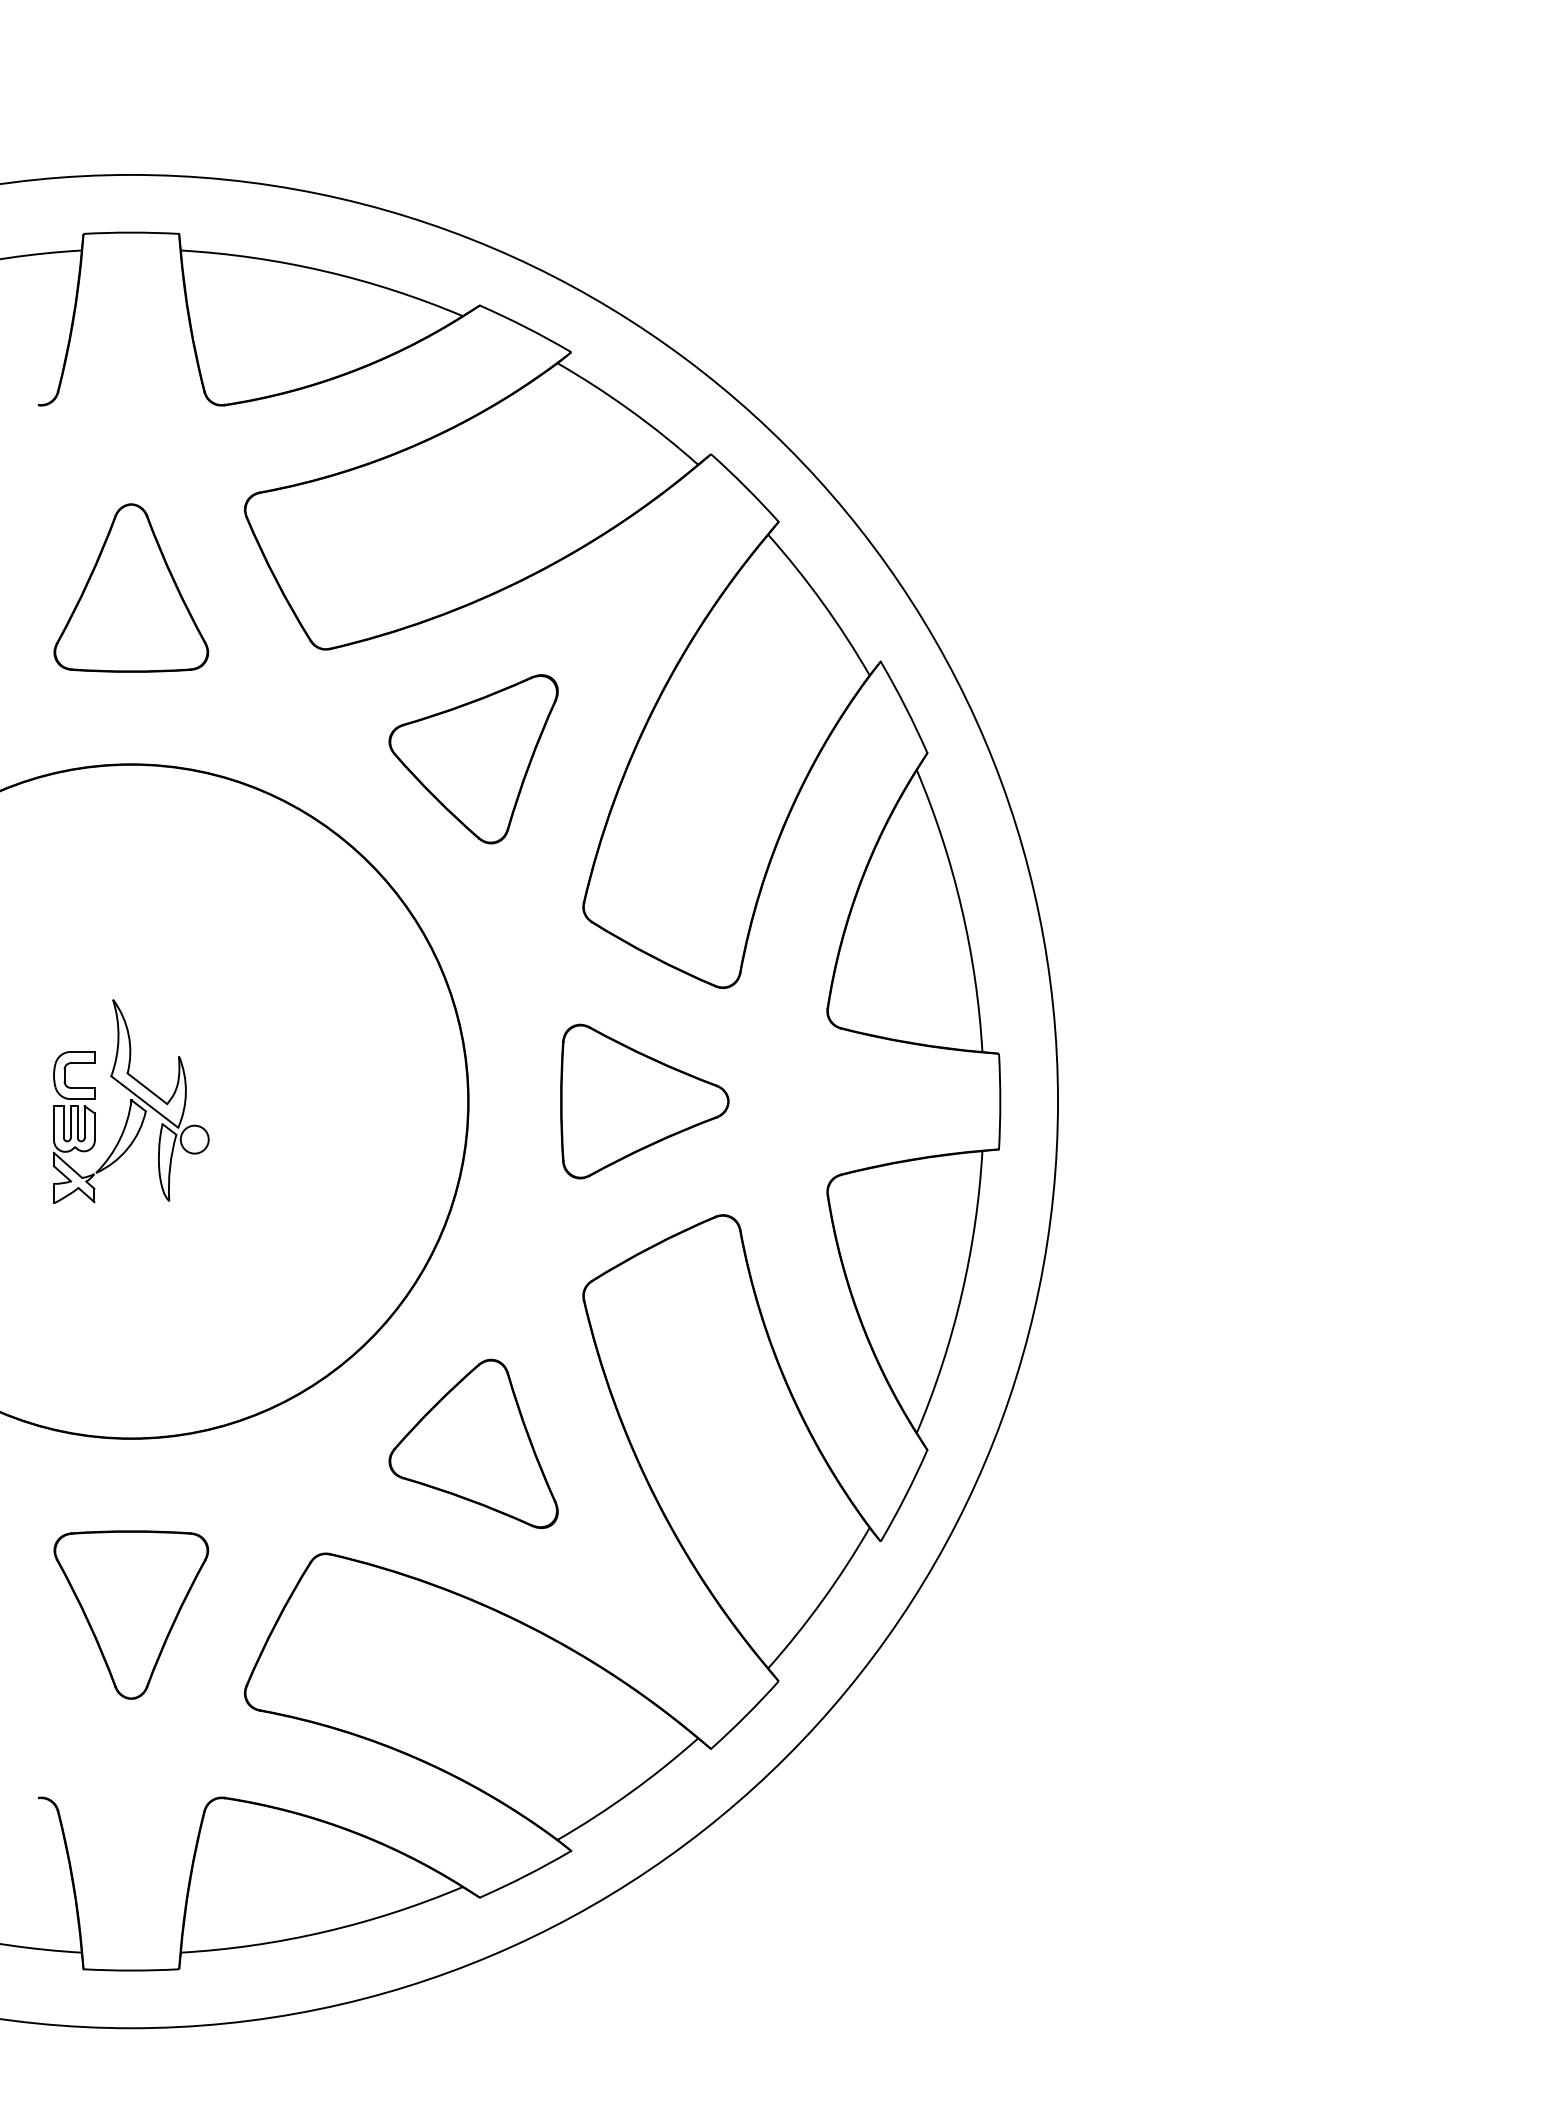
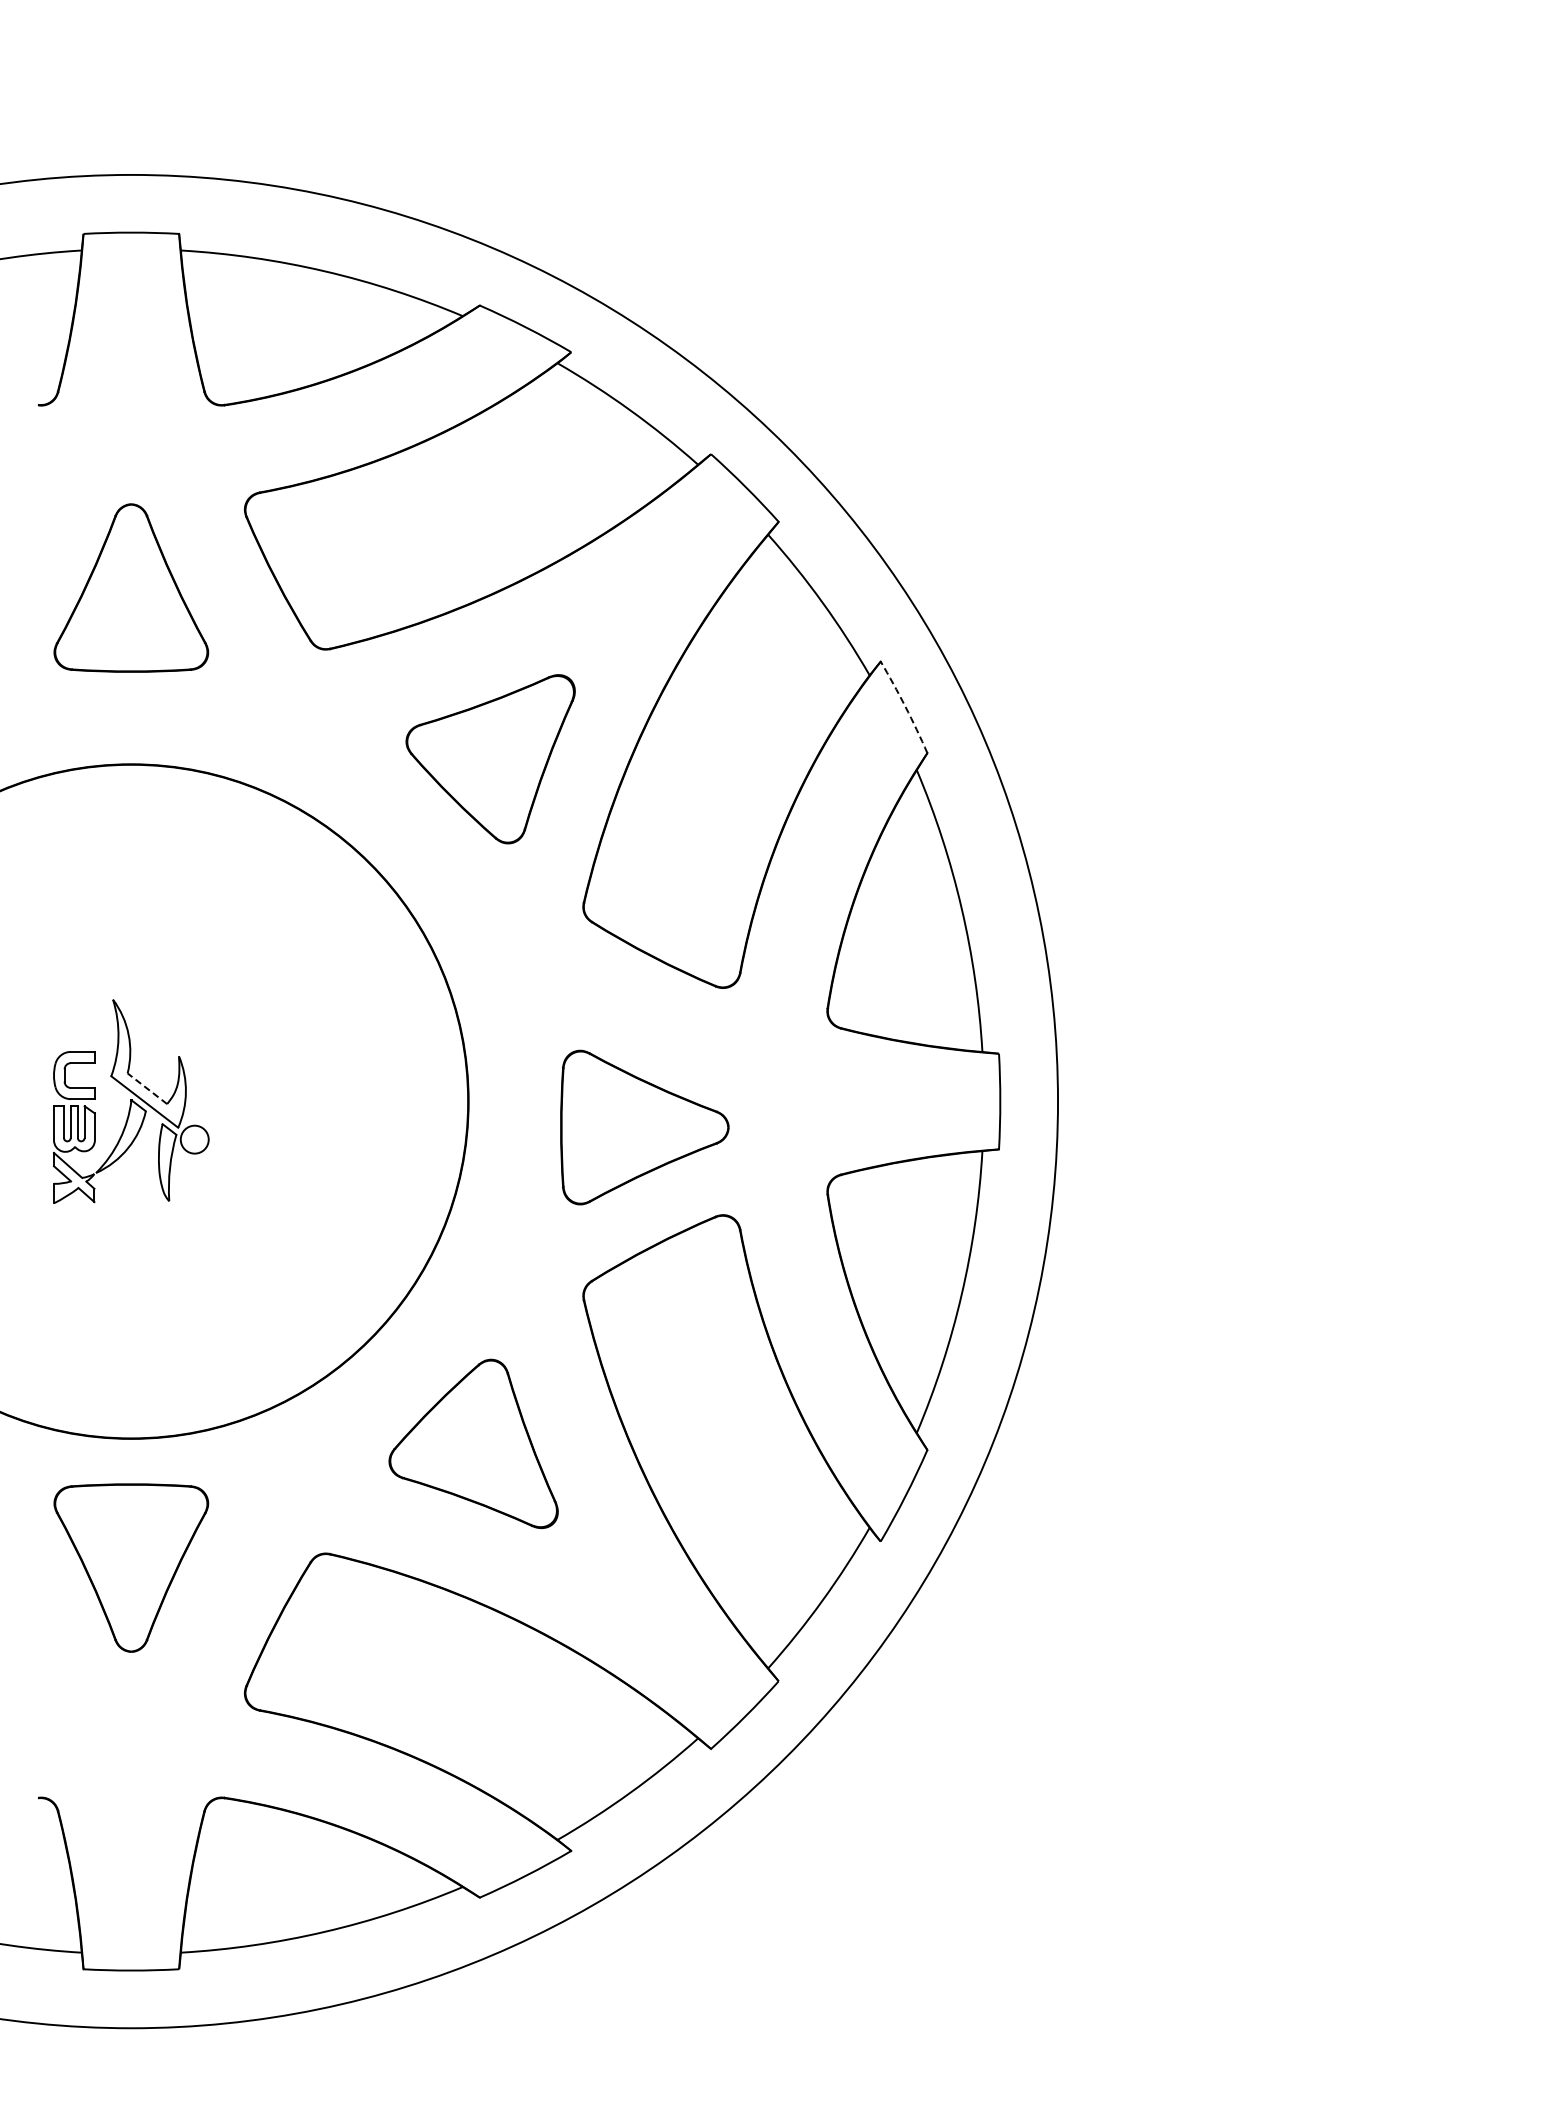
arc at (905, 706): solid -> dashed
part at (473, 759) position: (473, 759) -> (490, 759)
line at (147, 1088): solid -> dashed
part at (644, 1101) position: (644, 1101) -> (644, 1127)
part at (131, 1614) position: (131, 1614) -> (131, 1567)
